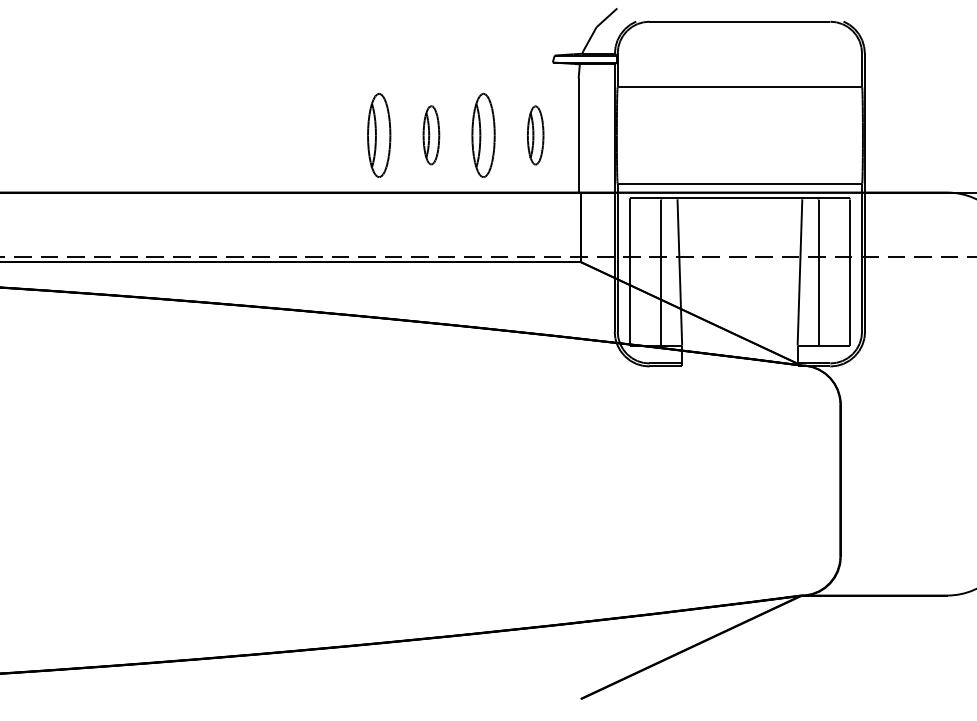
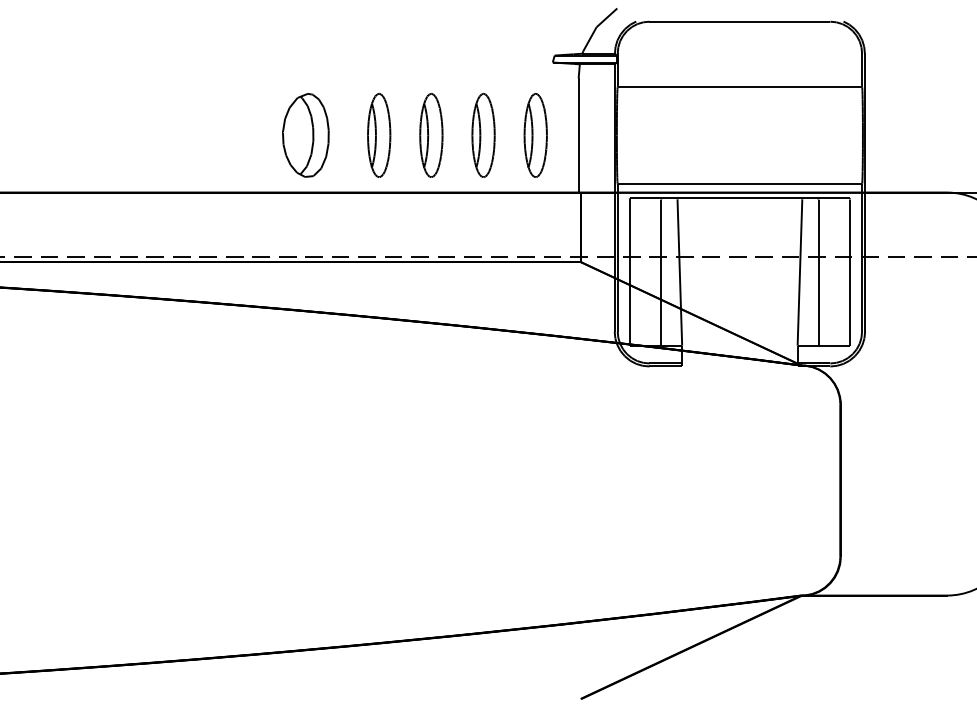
part at (305, 135): none -> present
part at (431, 135) size: 19x61 px -> 25x86 px
part at (535, 135) size: 18x61 px -> 25x85 px
